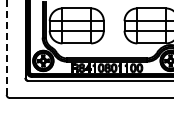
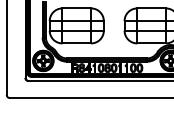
line at (6, 47): dashed -> solid
